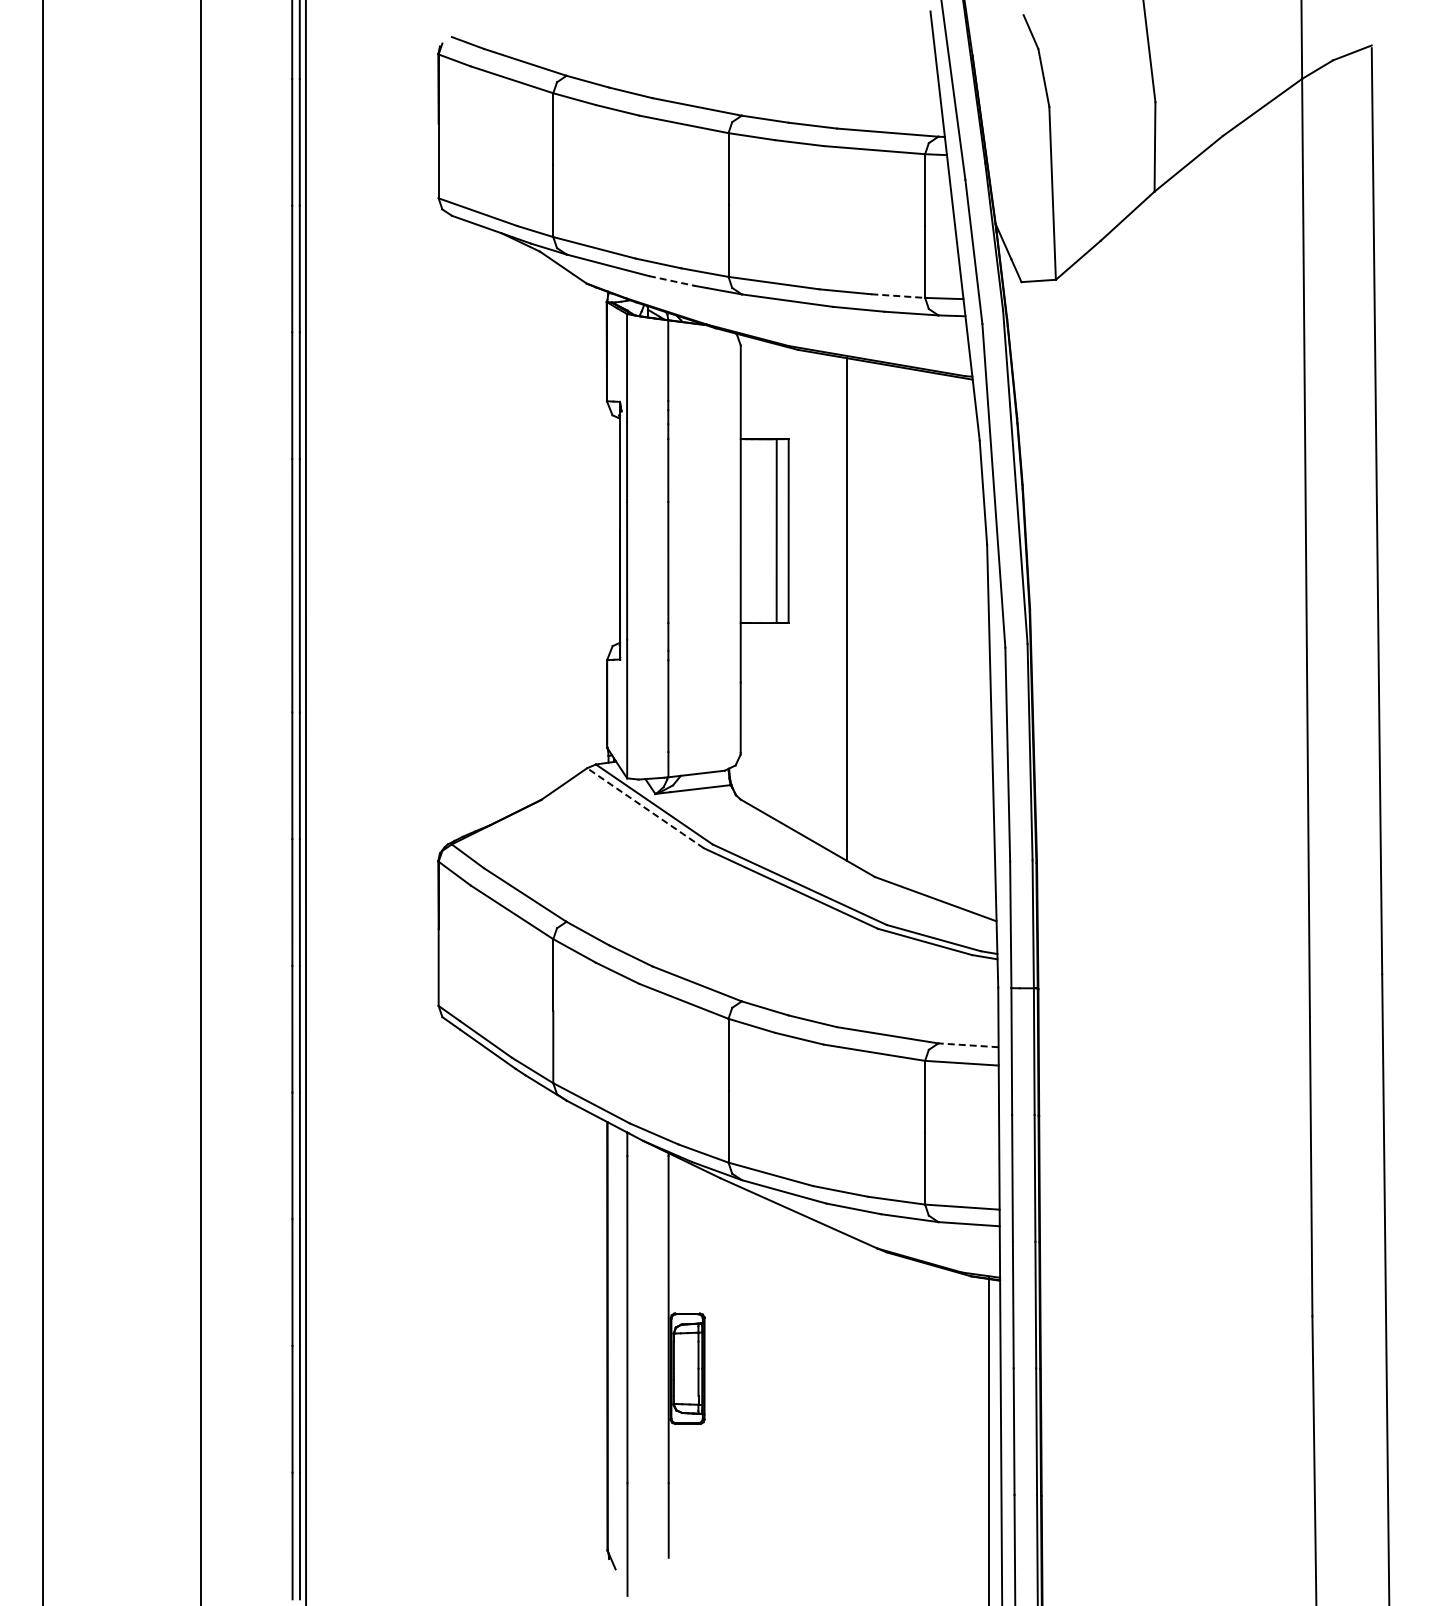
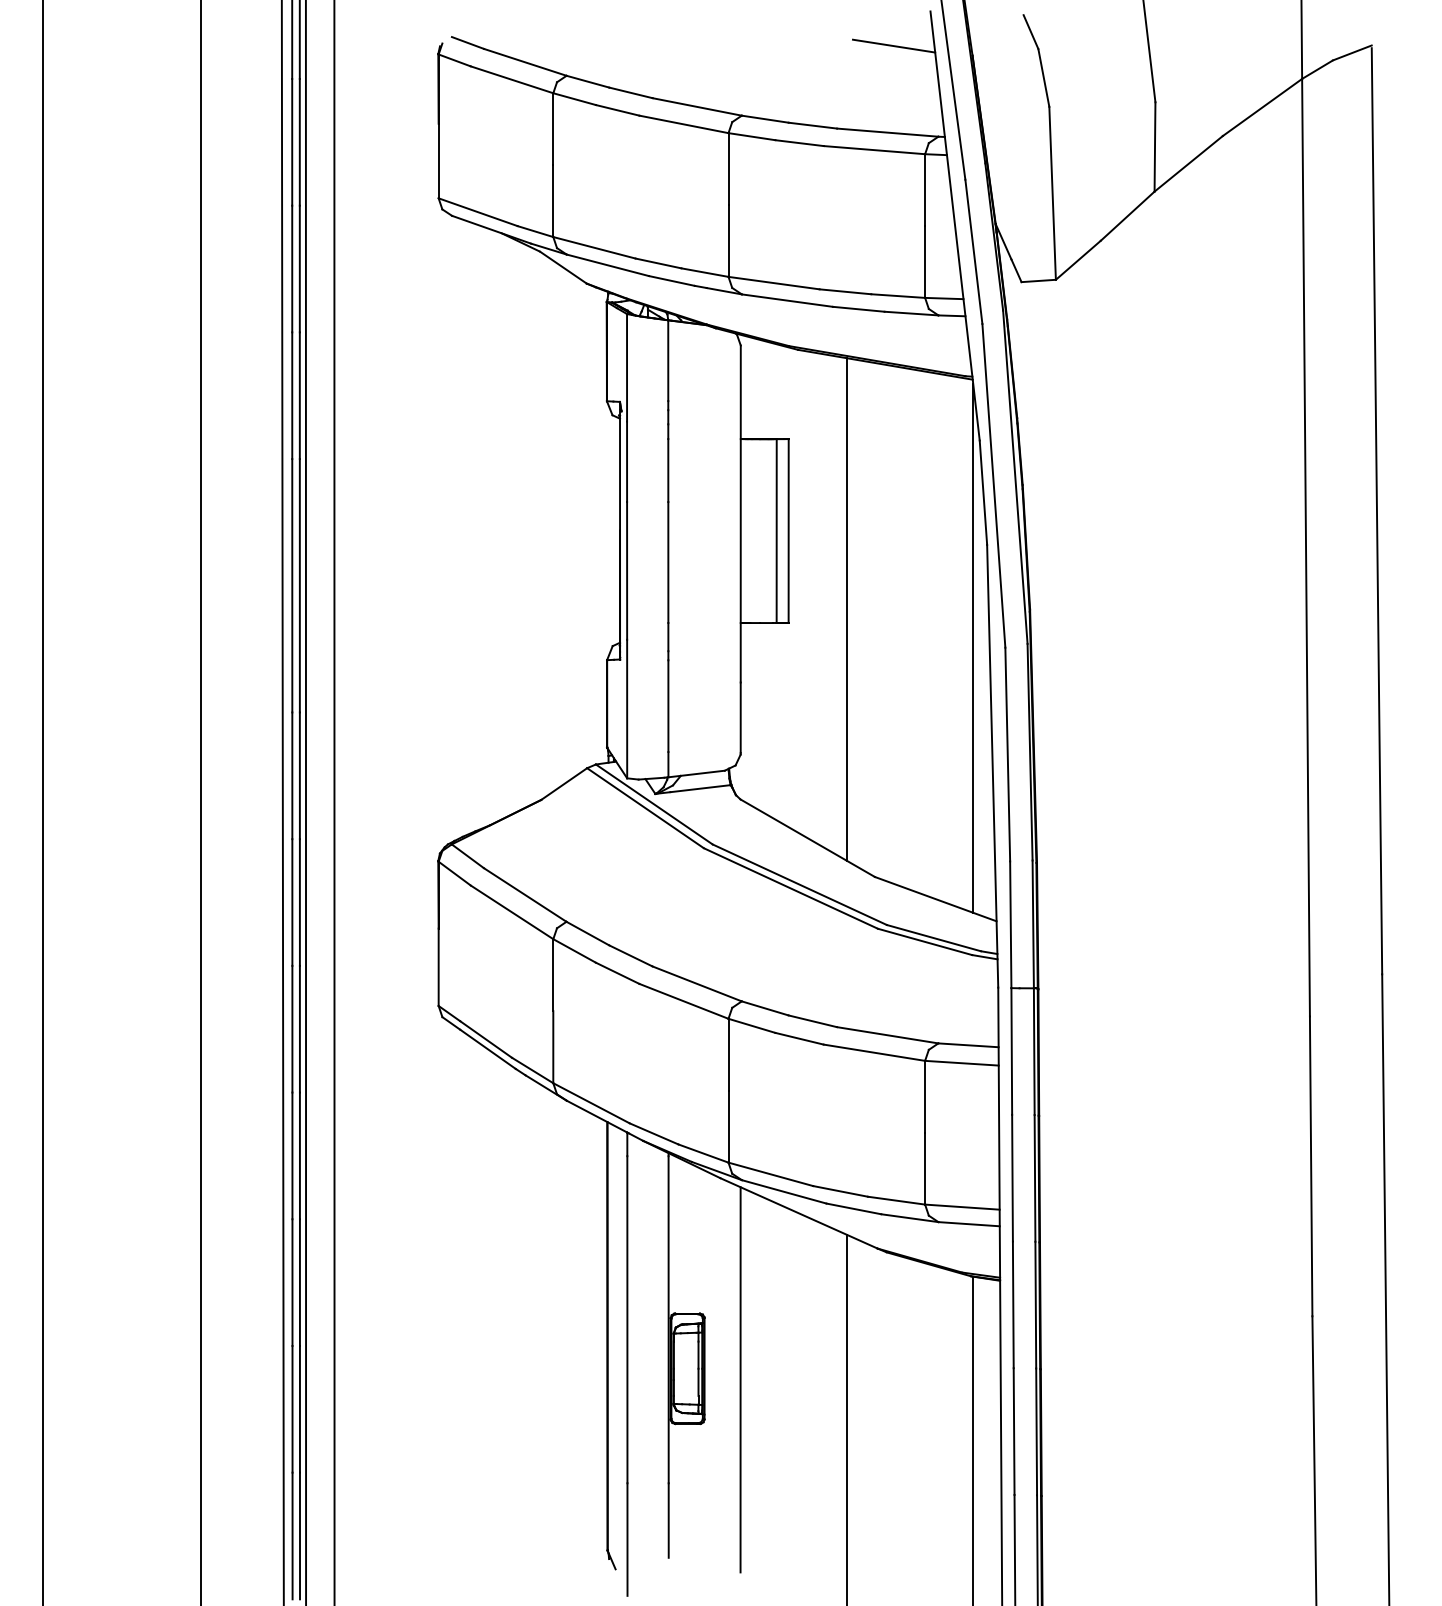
line at (893, 45): none -> present
line at (672, 281): dashed -> solid
line at (898, 296): dashed -> solid
line at (973, 647): none -> present
line at (282, 802): none -> present
line at (334, 802): none -> present
line at (645, 808): dashed -> solid
line at (968, 1045): dashed -> solid
line at (740, 1379): none -> present
line at (846, 1418): none -> present
line at (989, 1439) position: (989, 1439) -> (973, 1439)
